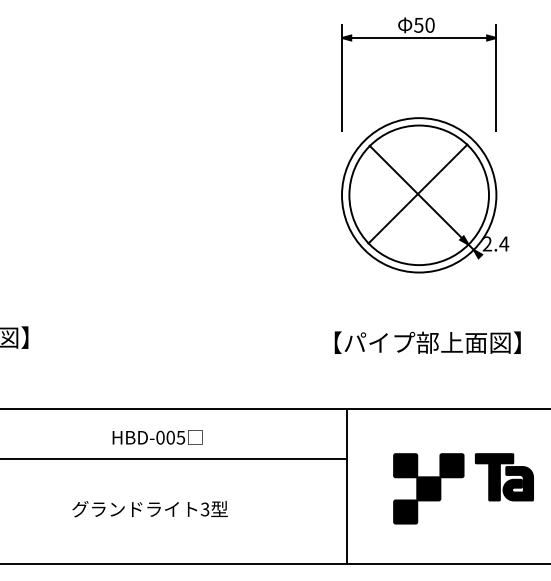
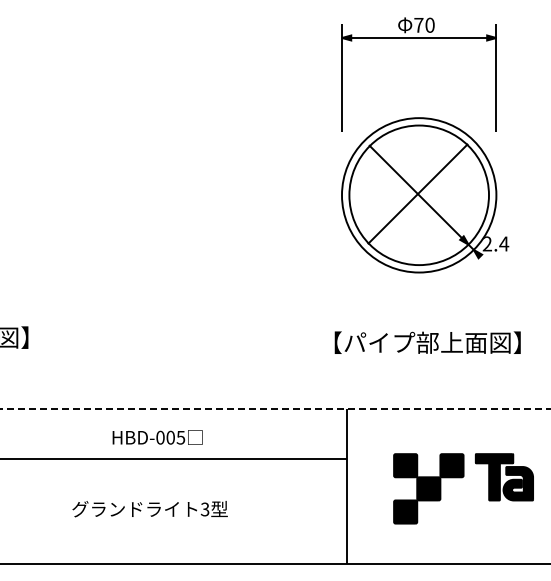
text at (418, 25): 50 -> 70
line at (275, 409): solid -> dashed
